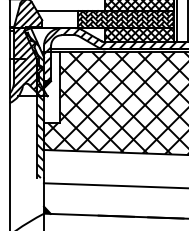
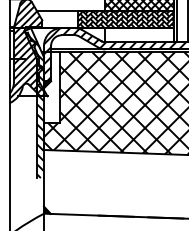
hatch at (139, 35): present -> none
line at (114, 185): present -> none
